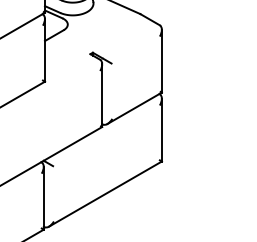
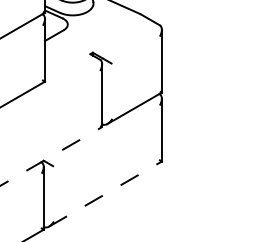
line at (51, 156): solid -> dashed
line at (105, 193): solid -> dashed
